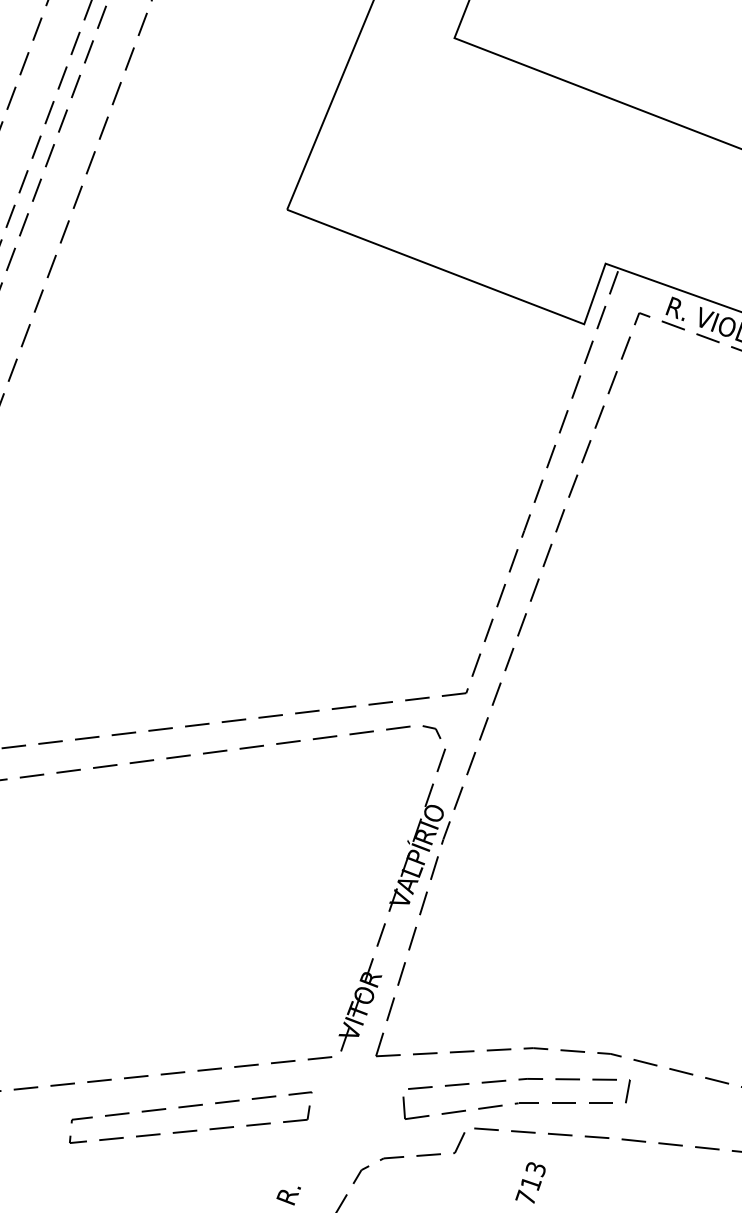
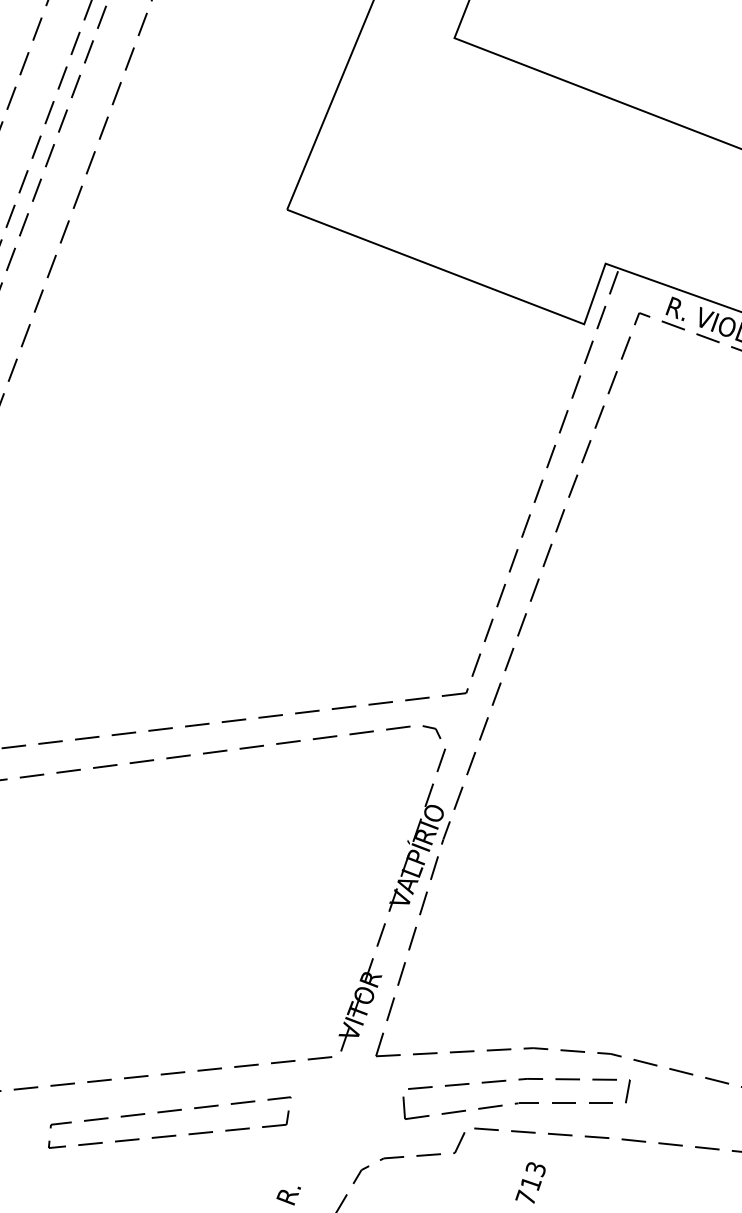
part at (189, 1107) position: (189, 1107) -> (168, 1112)
